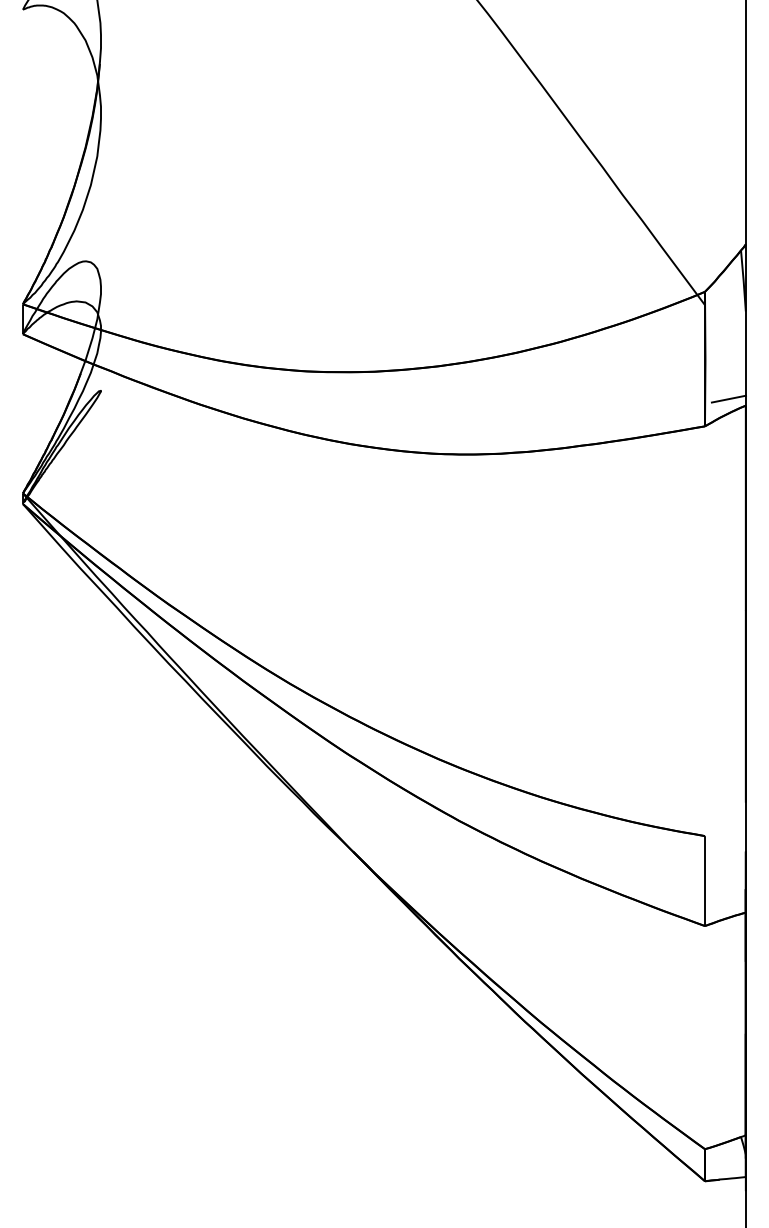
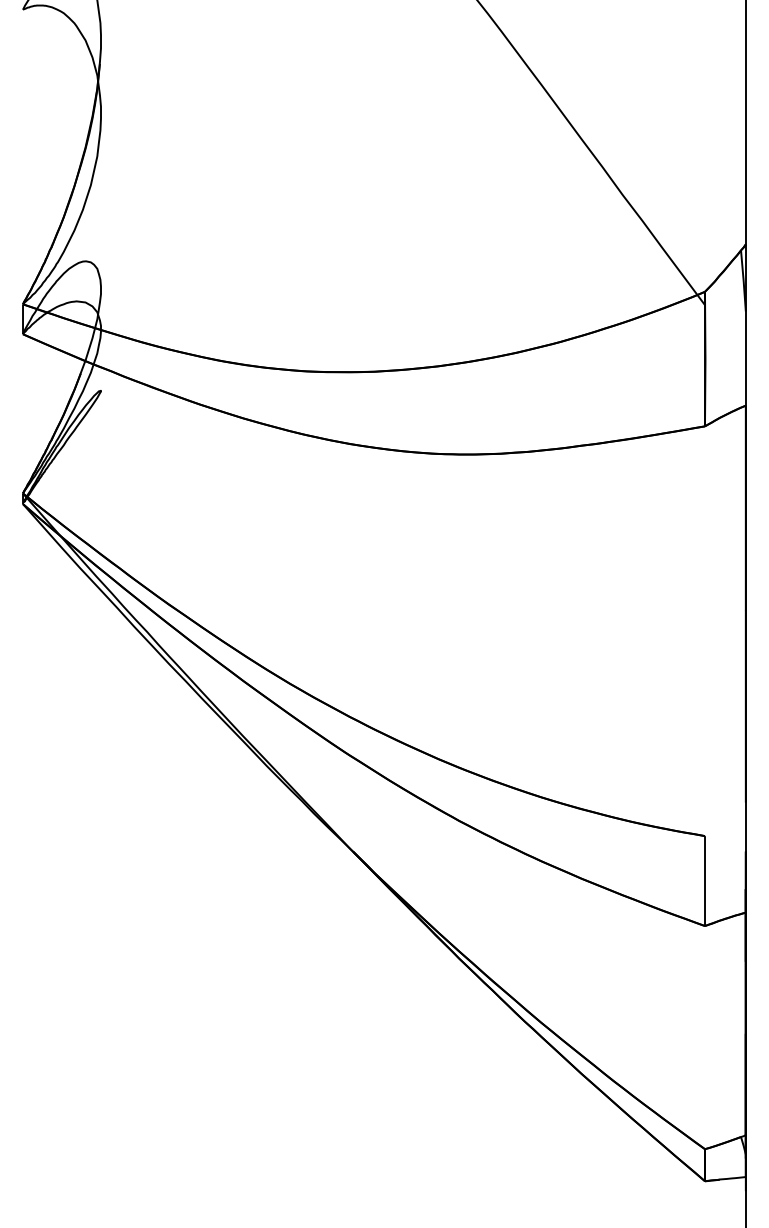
line at (728, 398): present -> none
